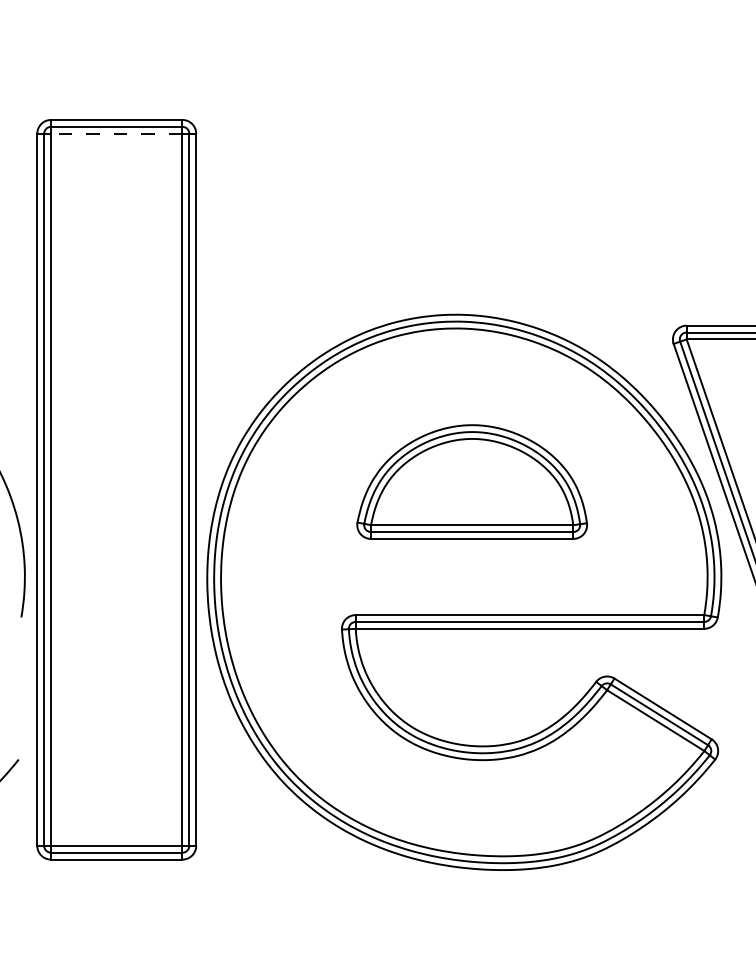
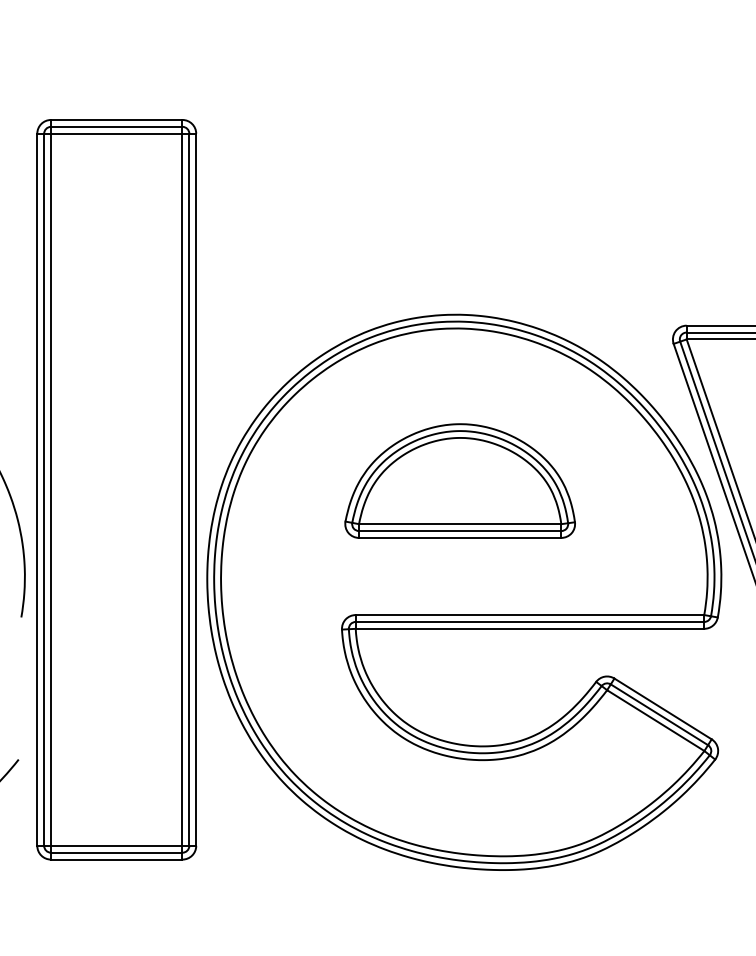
line at (116, 133): dashed -> solid
part at (471, 481) position: (471, 481) -> (459, 480)
